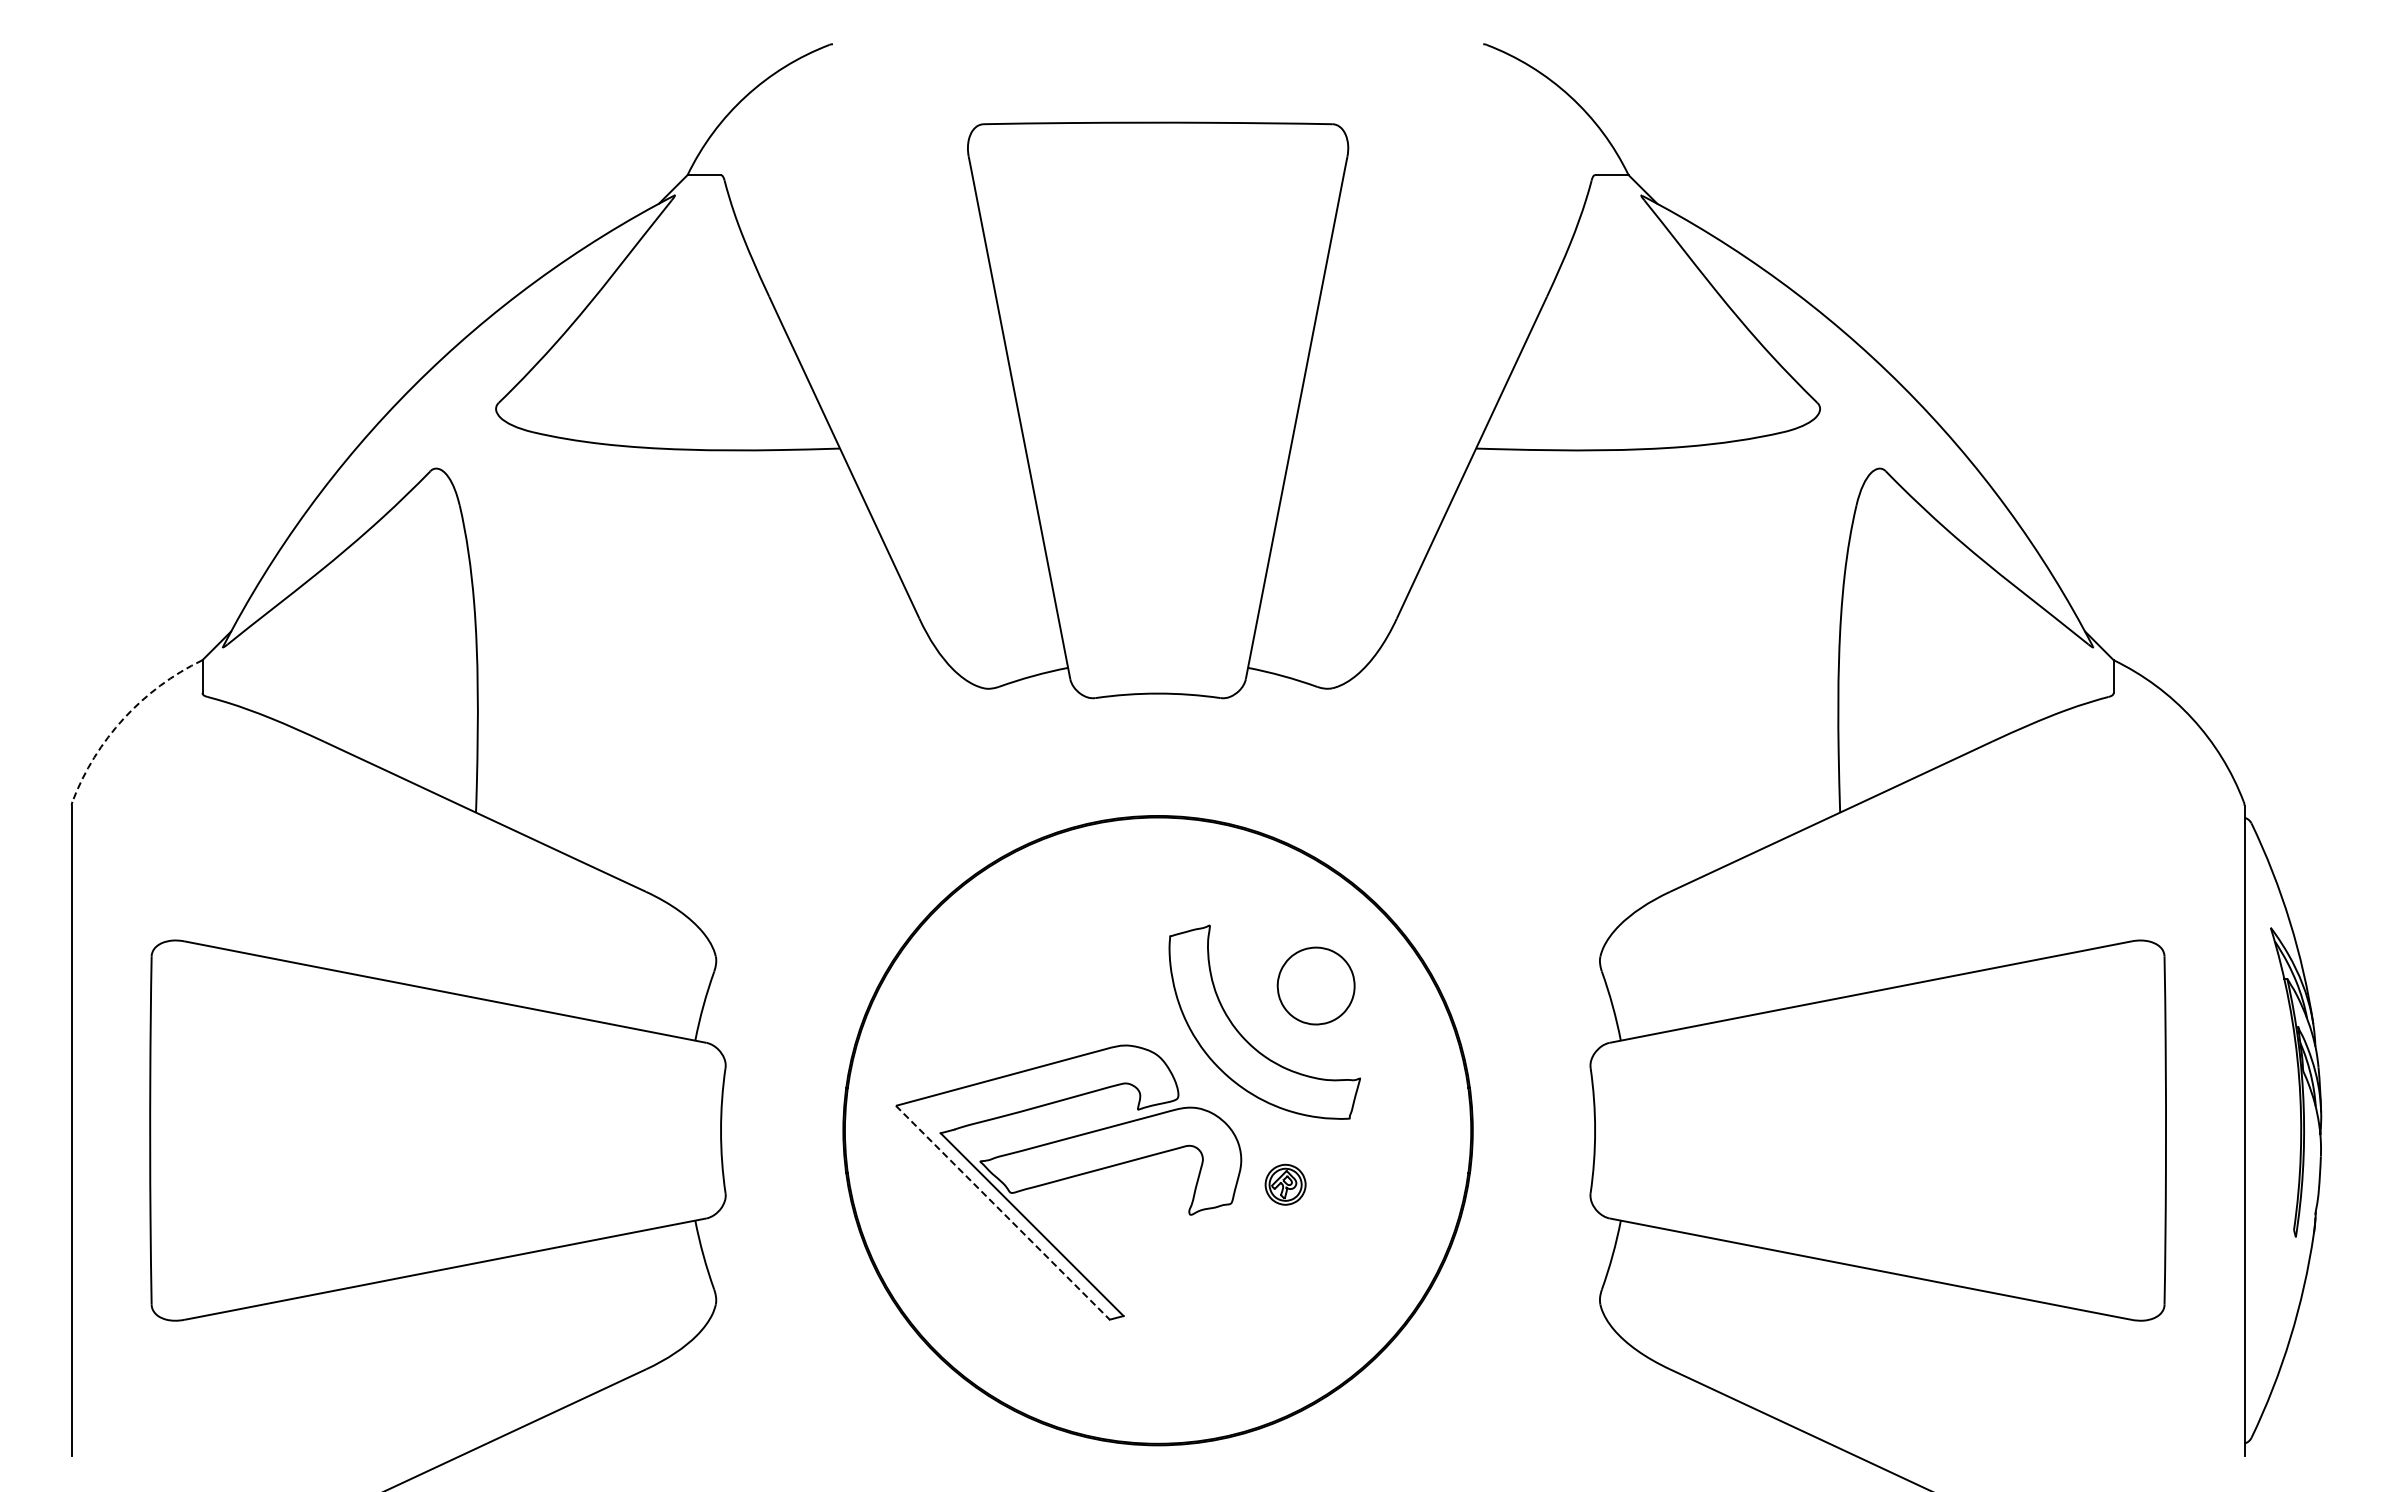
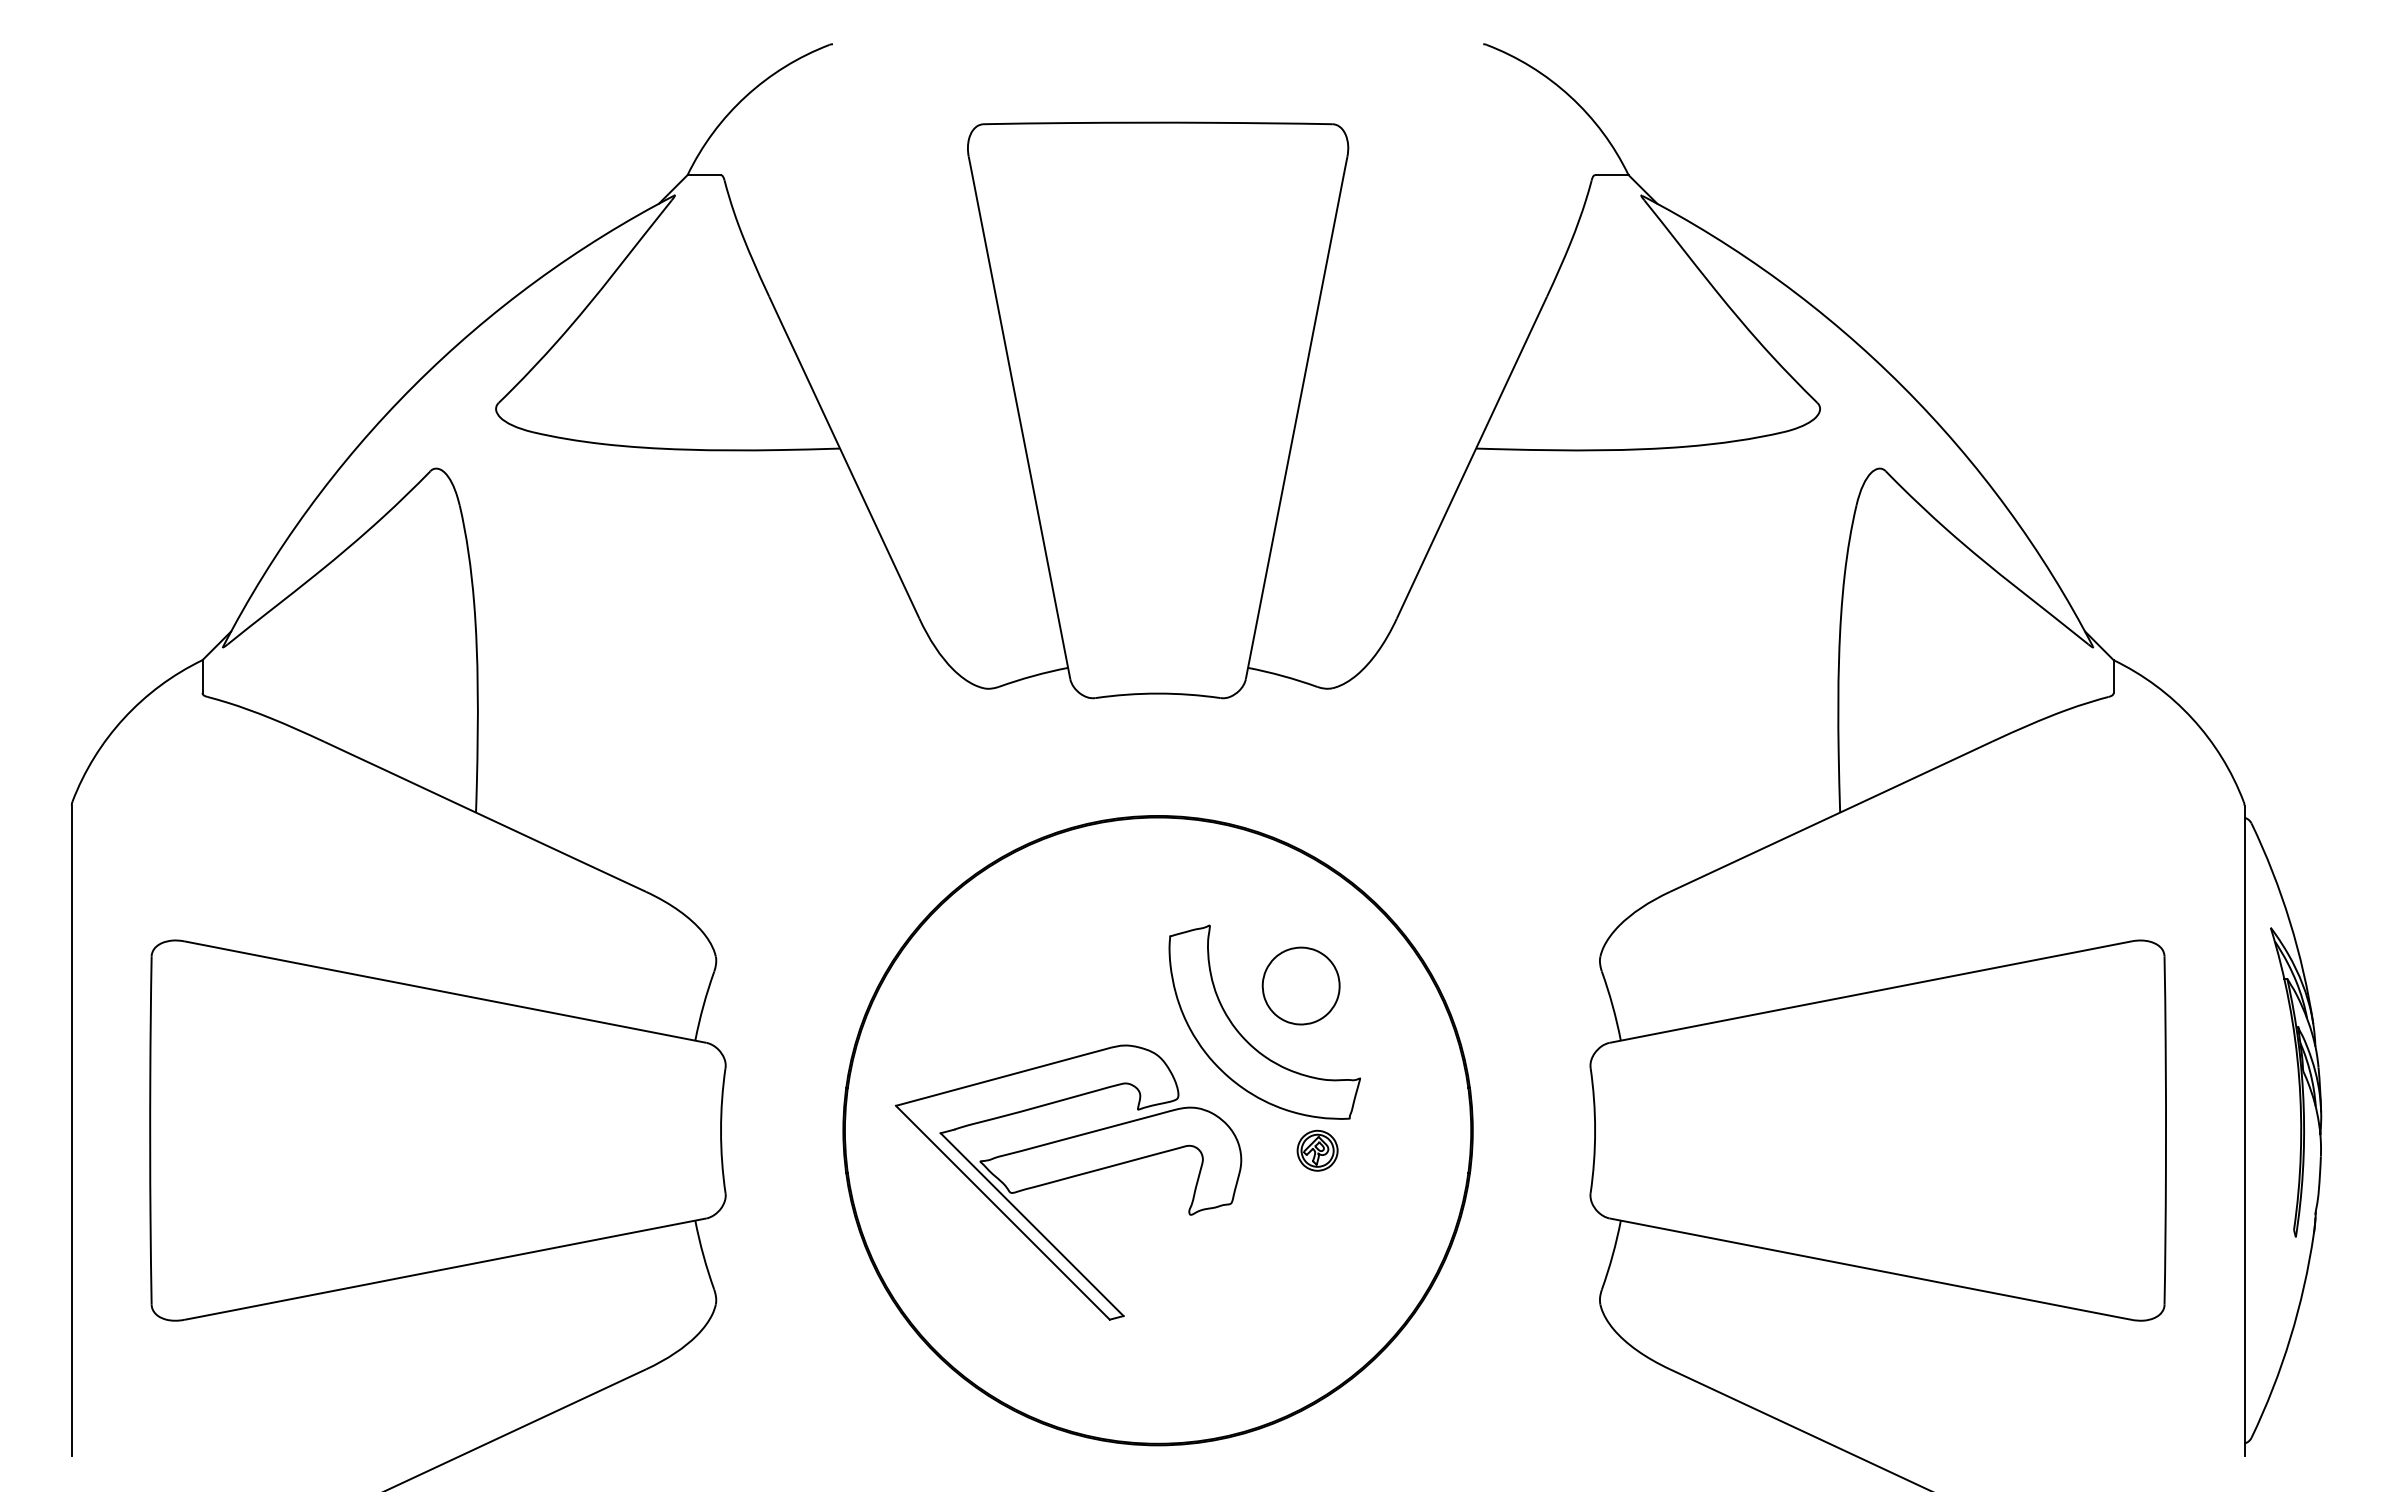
arc at (123, 718): dashed -> solid
part at (1315, 985) position: (1315, 985) -> (1300, 985)
part at (1285, 1184) position: (1285, 1184) -> (1317, 1150)
line at (1003, 1213): dashed -> solid
